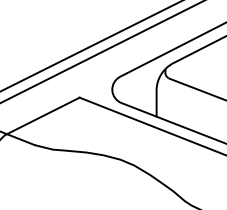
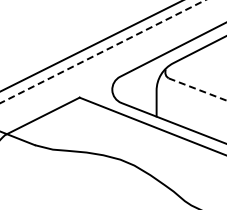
line at (102, 51): solid -> dashed
line at (197, 89): solid -> dashed
